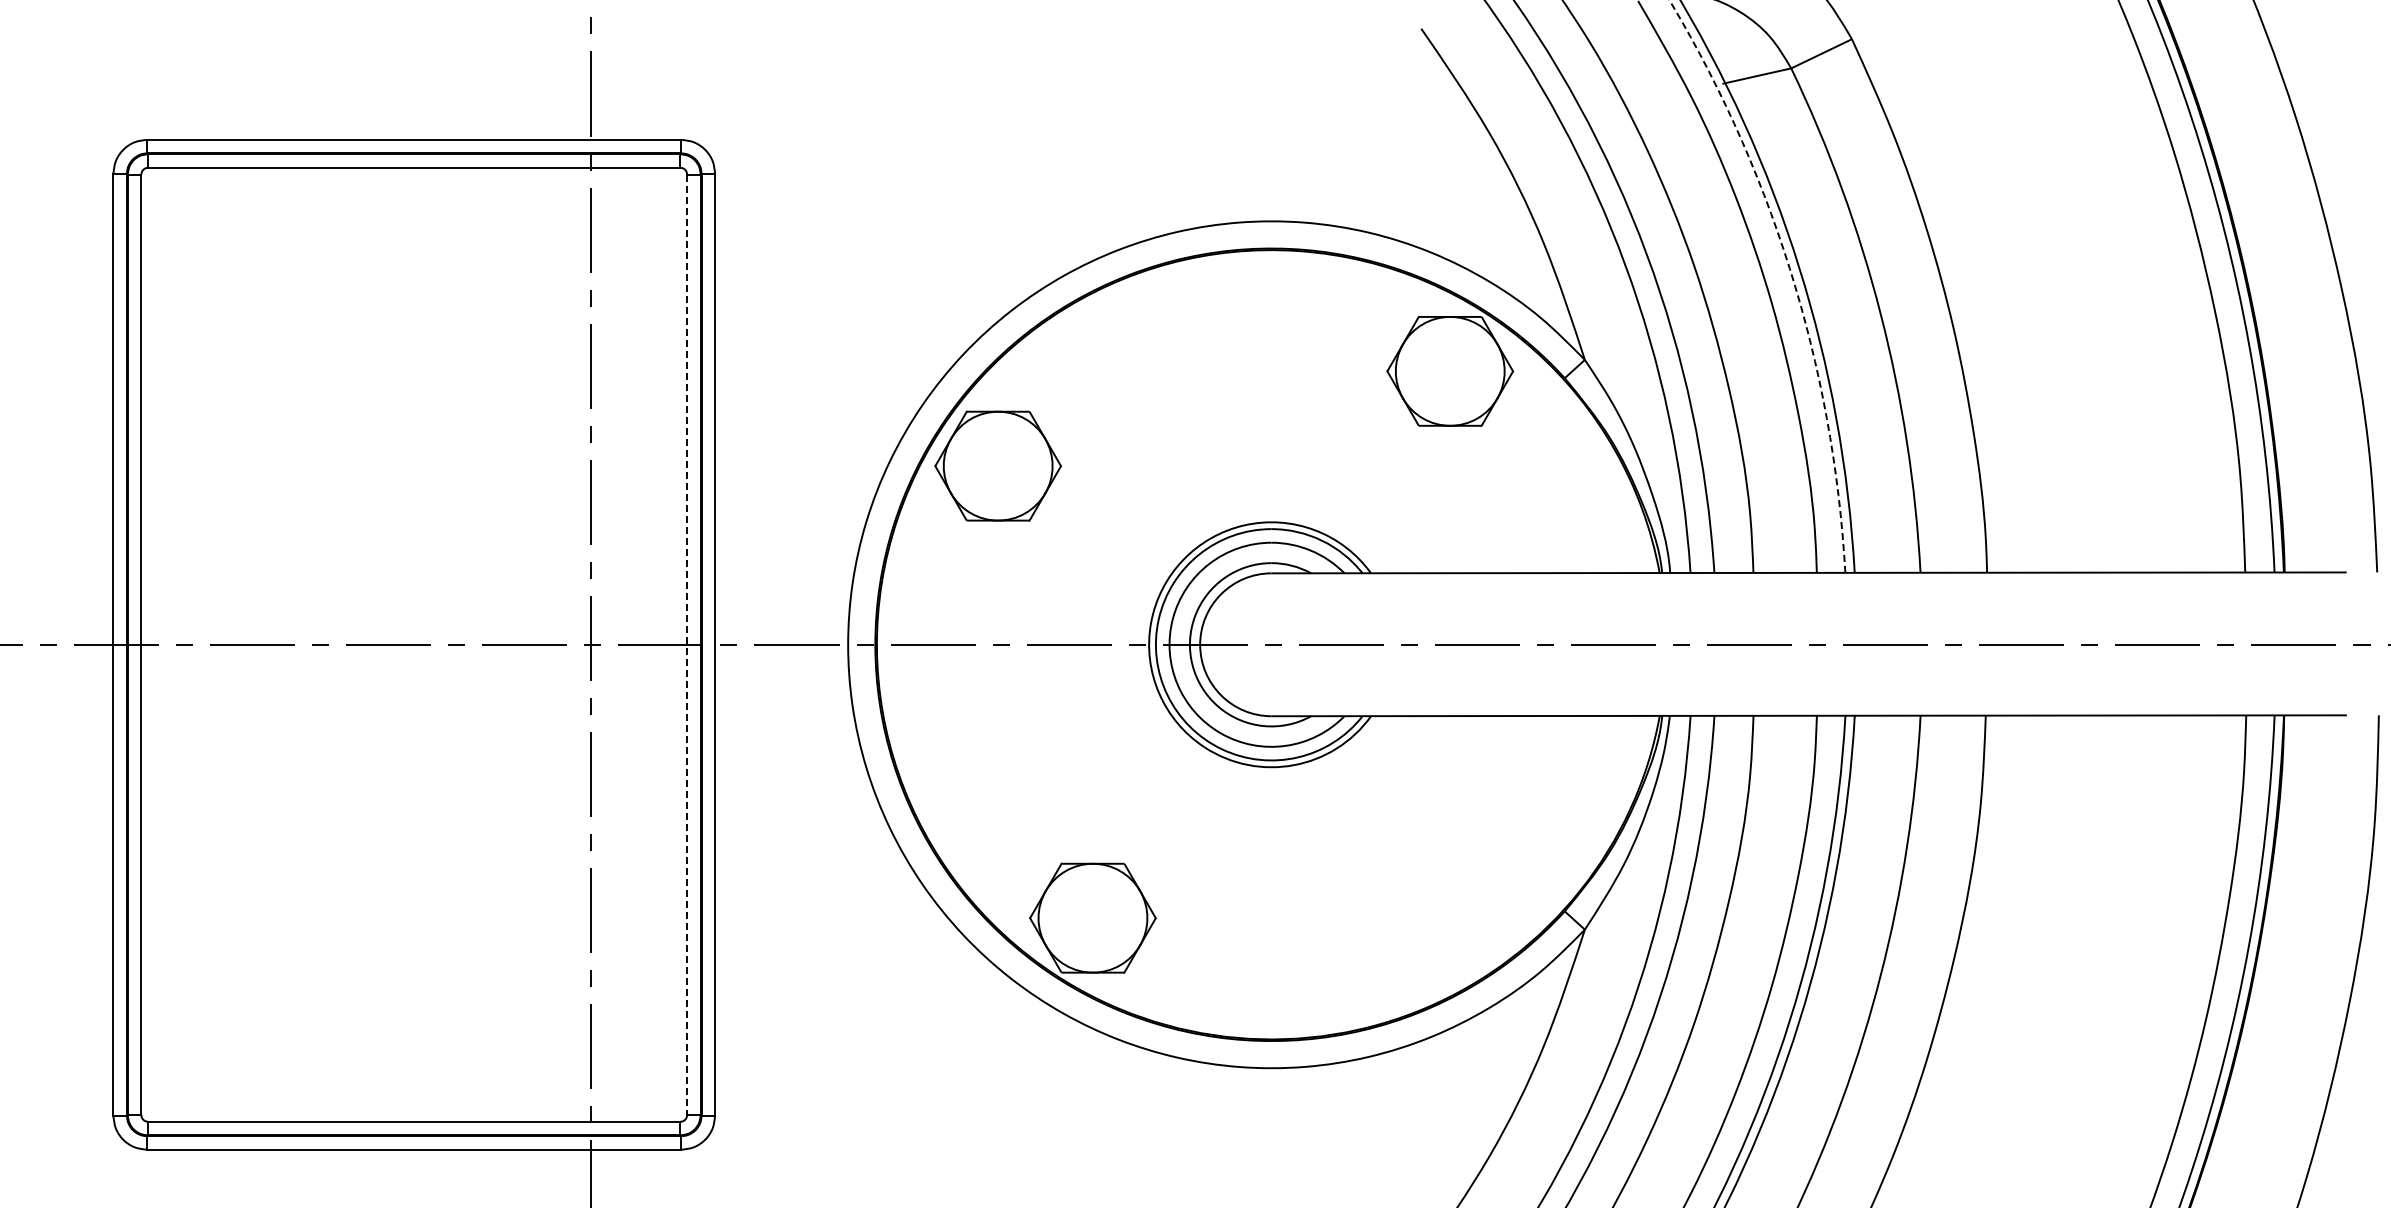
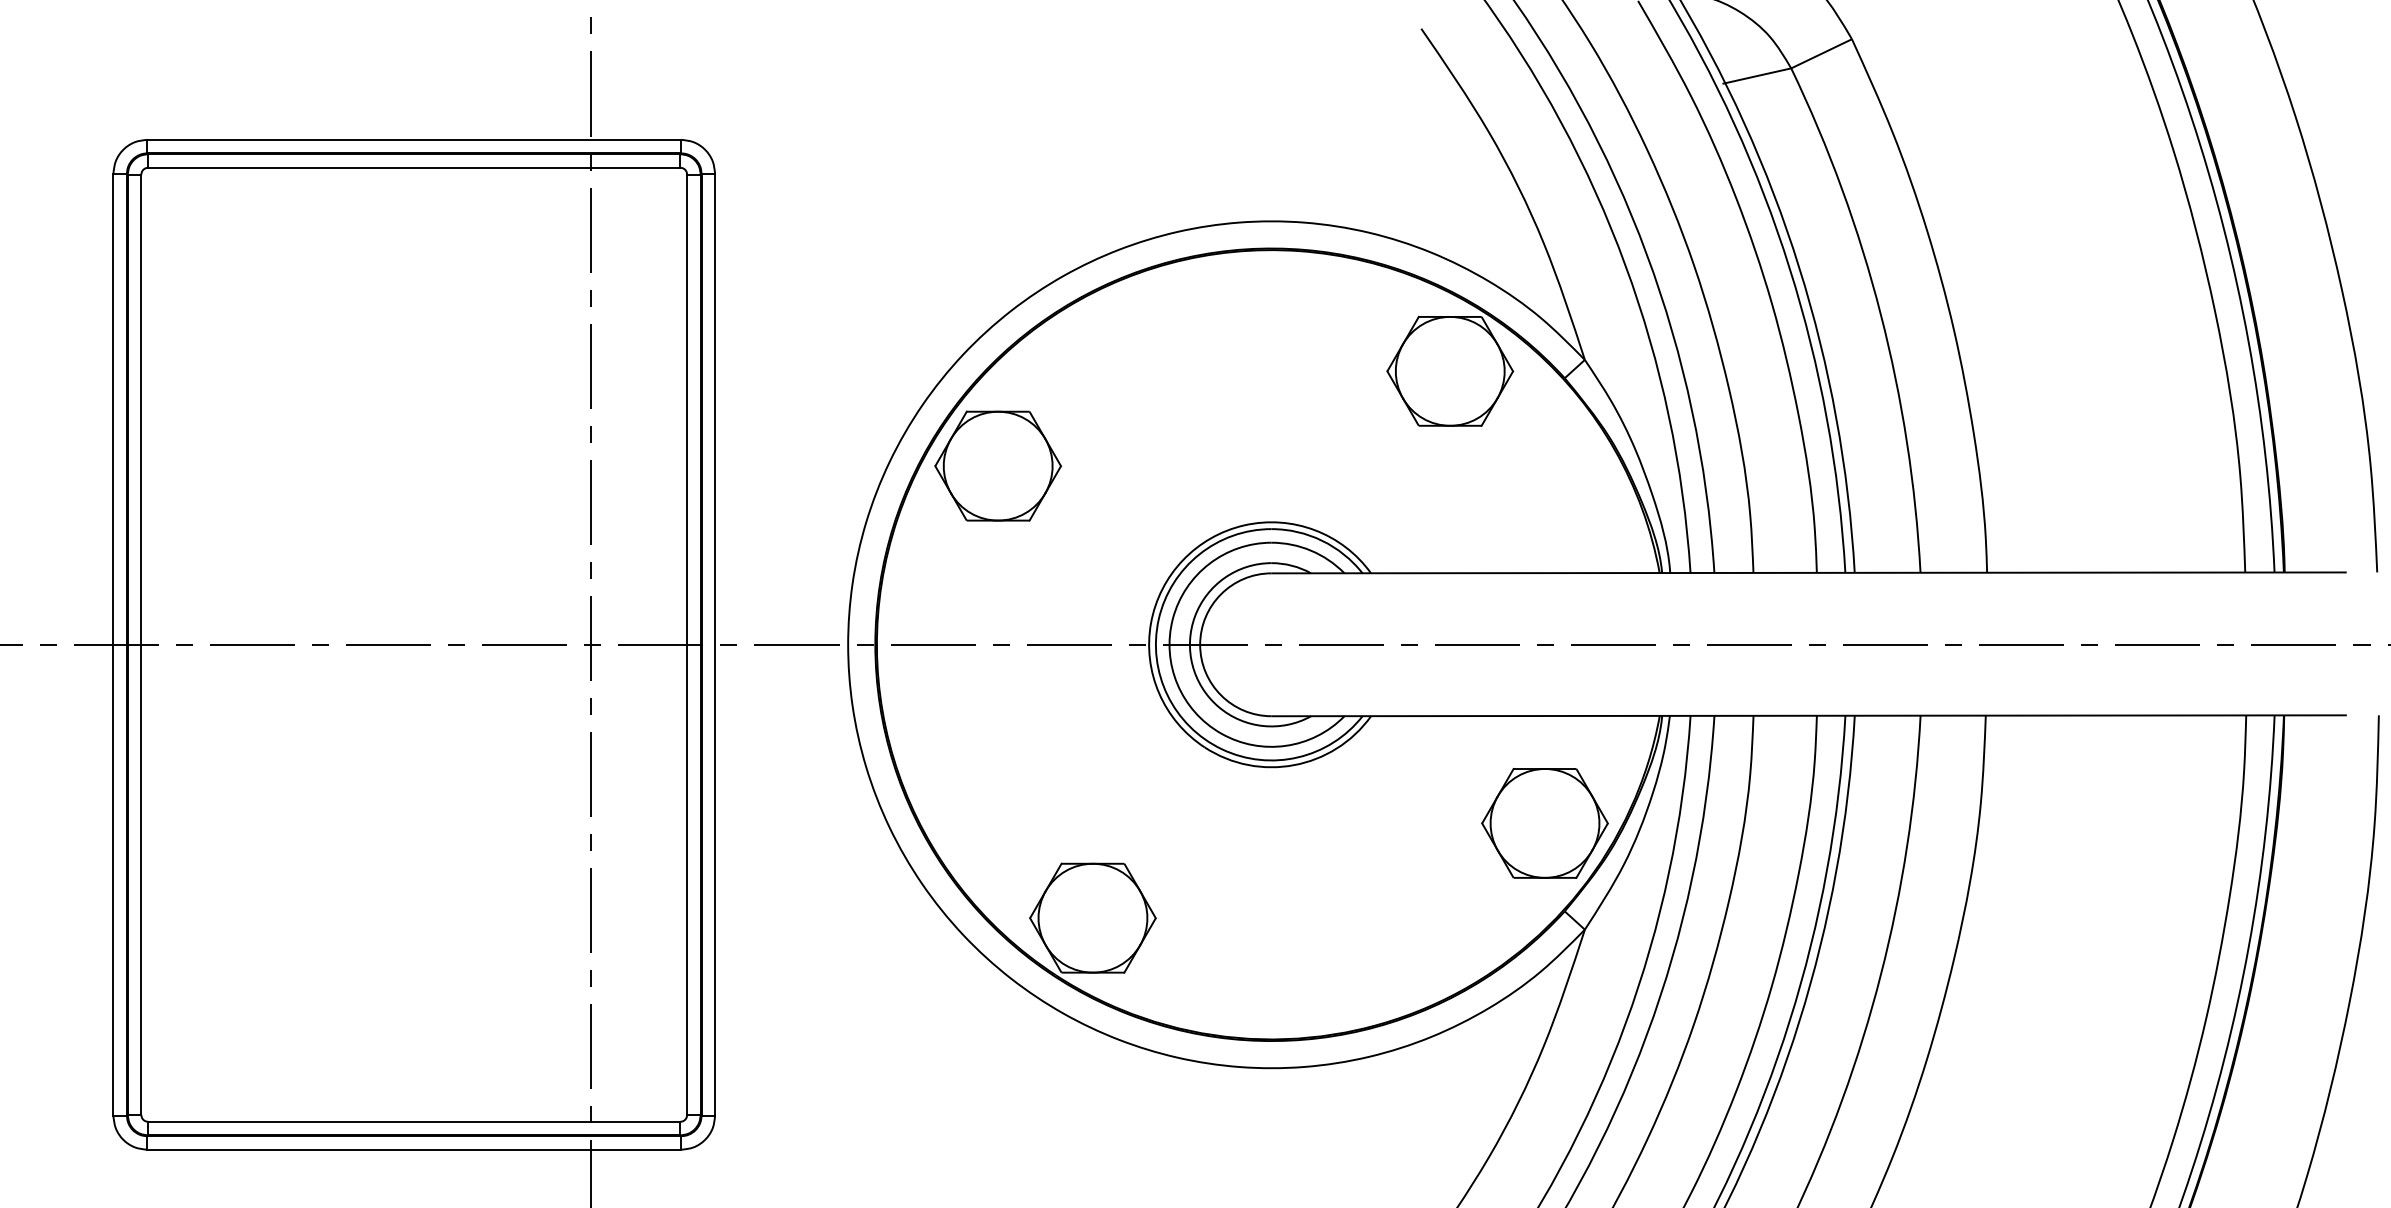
arc at (1791, 274): dashed -> solid
line at (687, 645): dashed -> solid
part at (1544, 823): none -> present
